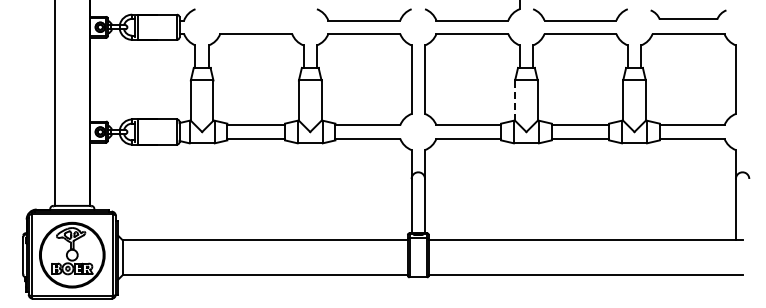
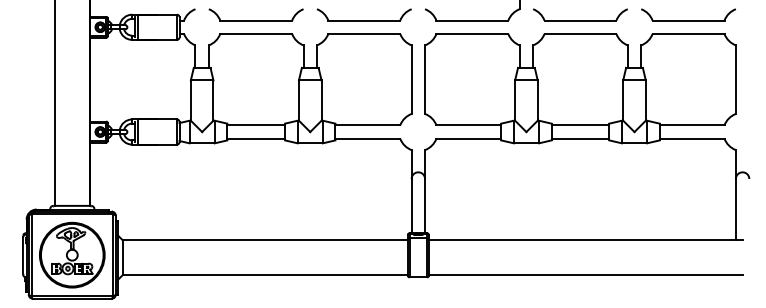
part at (255, 14): none -> present
part at (688, 14) size: 77x11 px -> 95x14 px
line at (515, 100): dashed -> solid
